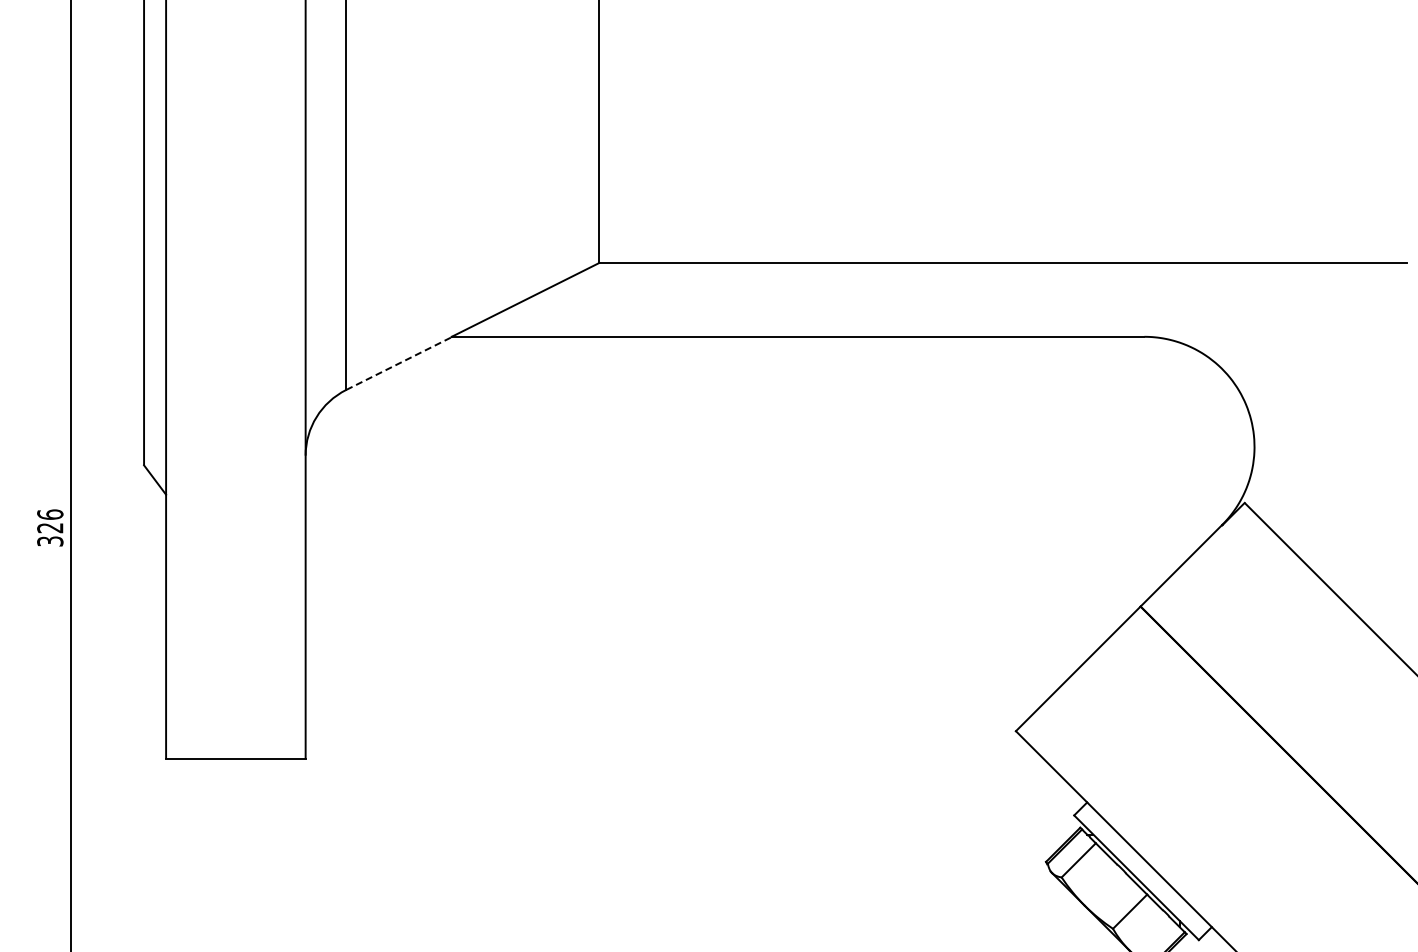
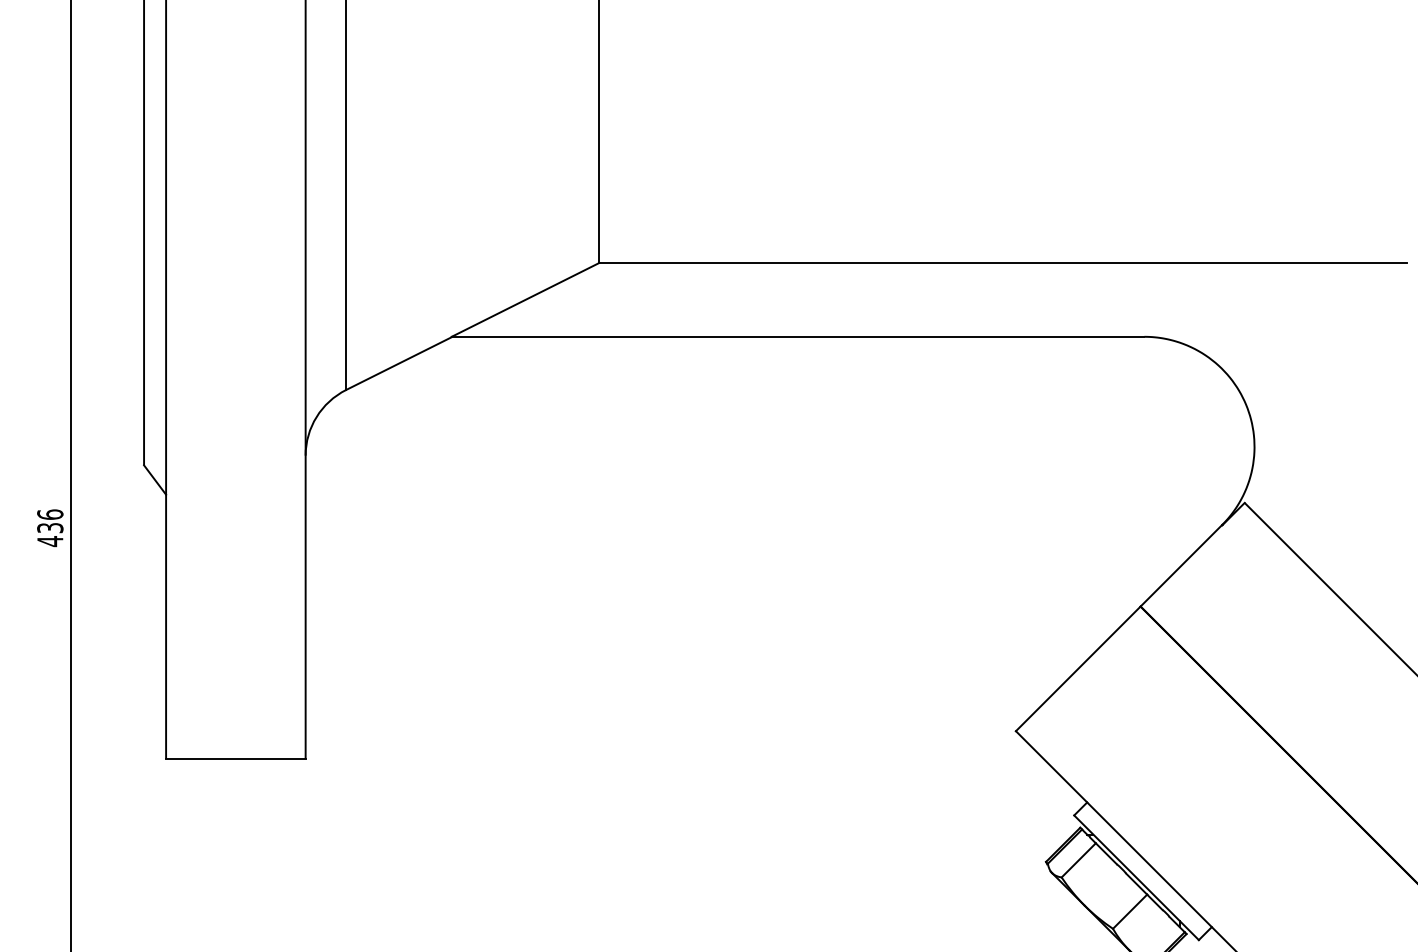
line at (399, 363): dashed -> solid
text at (50, 535): 326 -> 436
